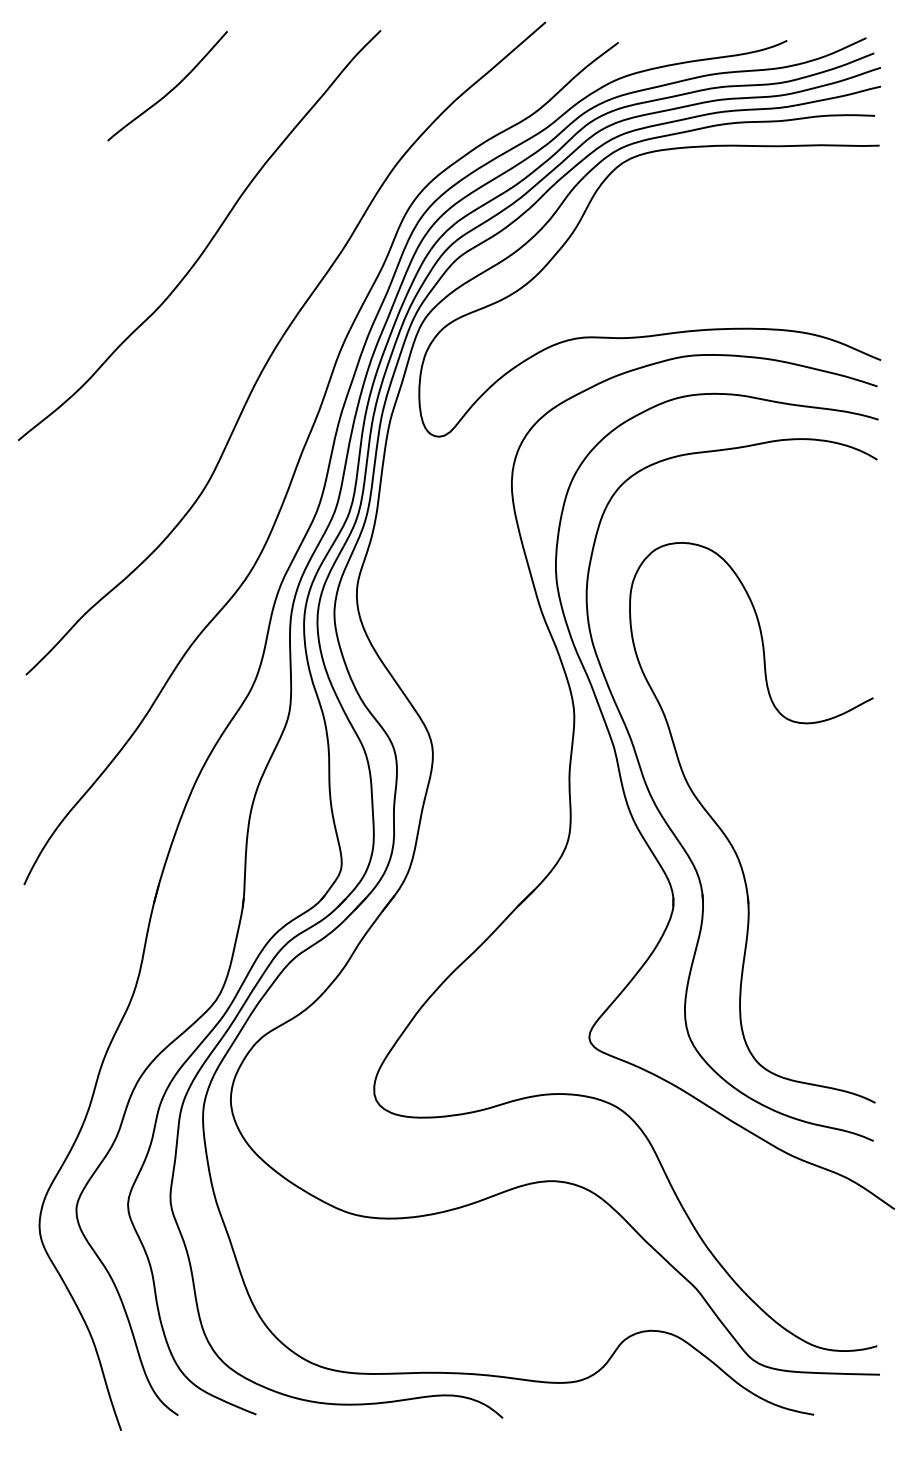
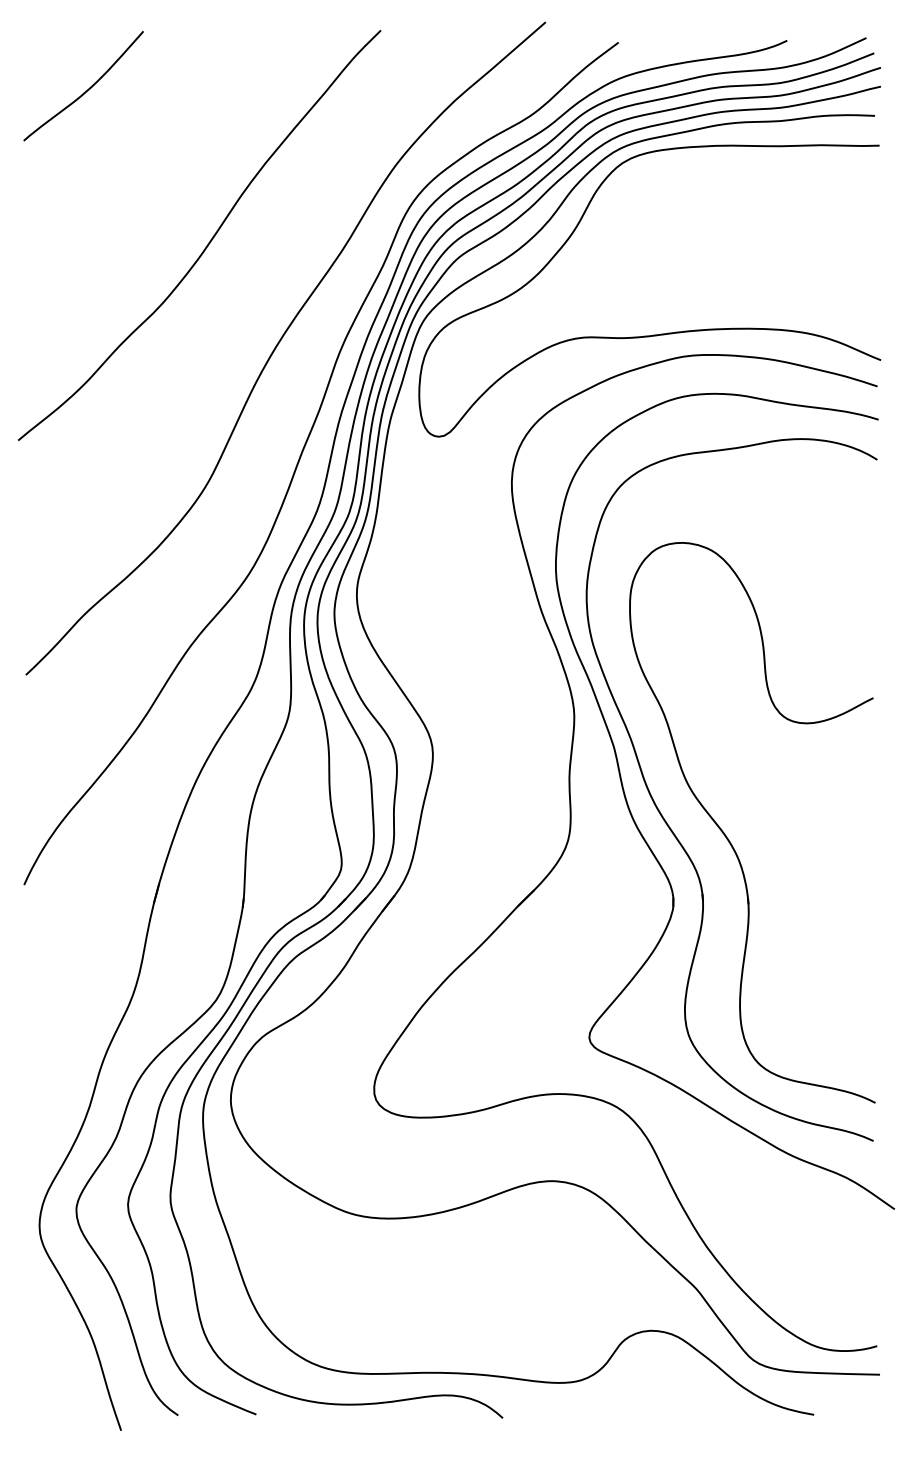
curve at (171, 89) position: (171, 89) -> (87, 89)
